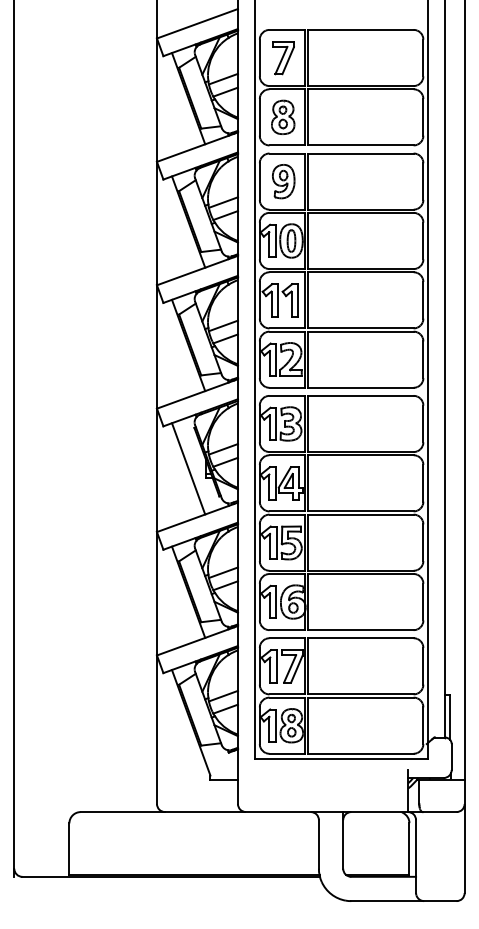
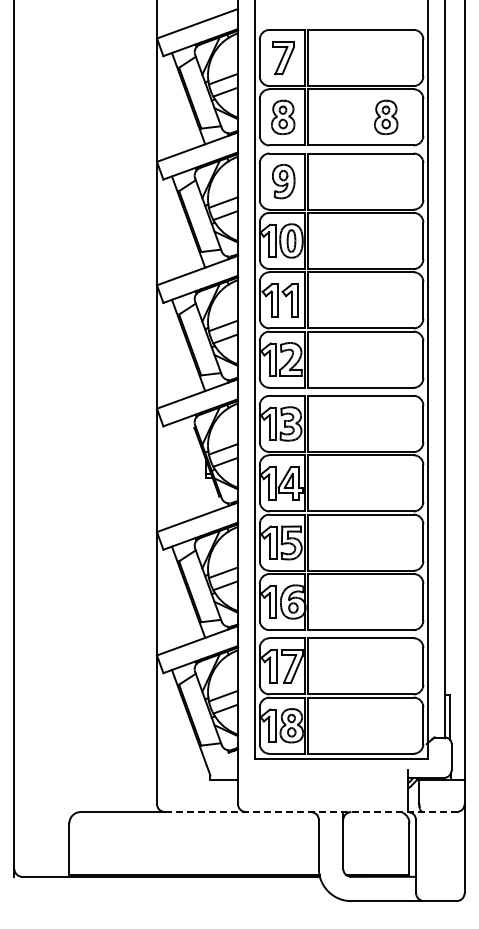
part at (386, 116): none -> present
line at (188, 468): present -> none
line at (310, 812): solid -> dashed
